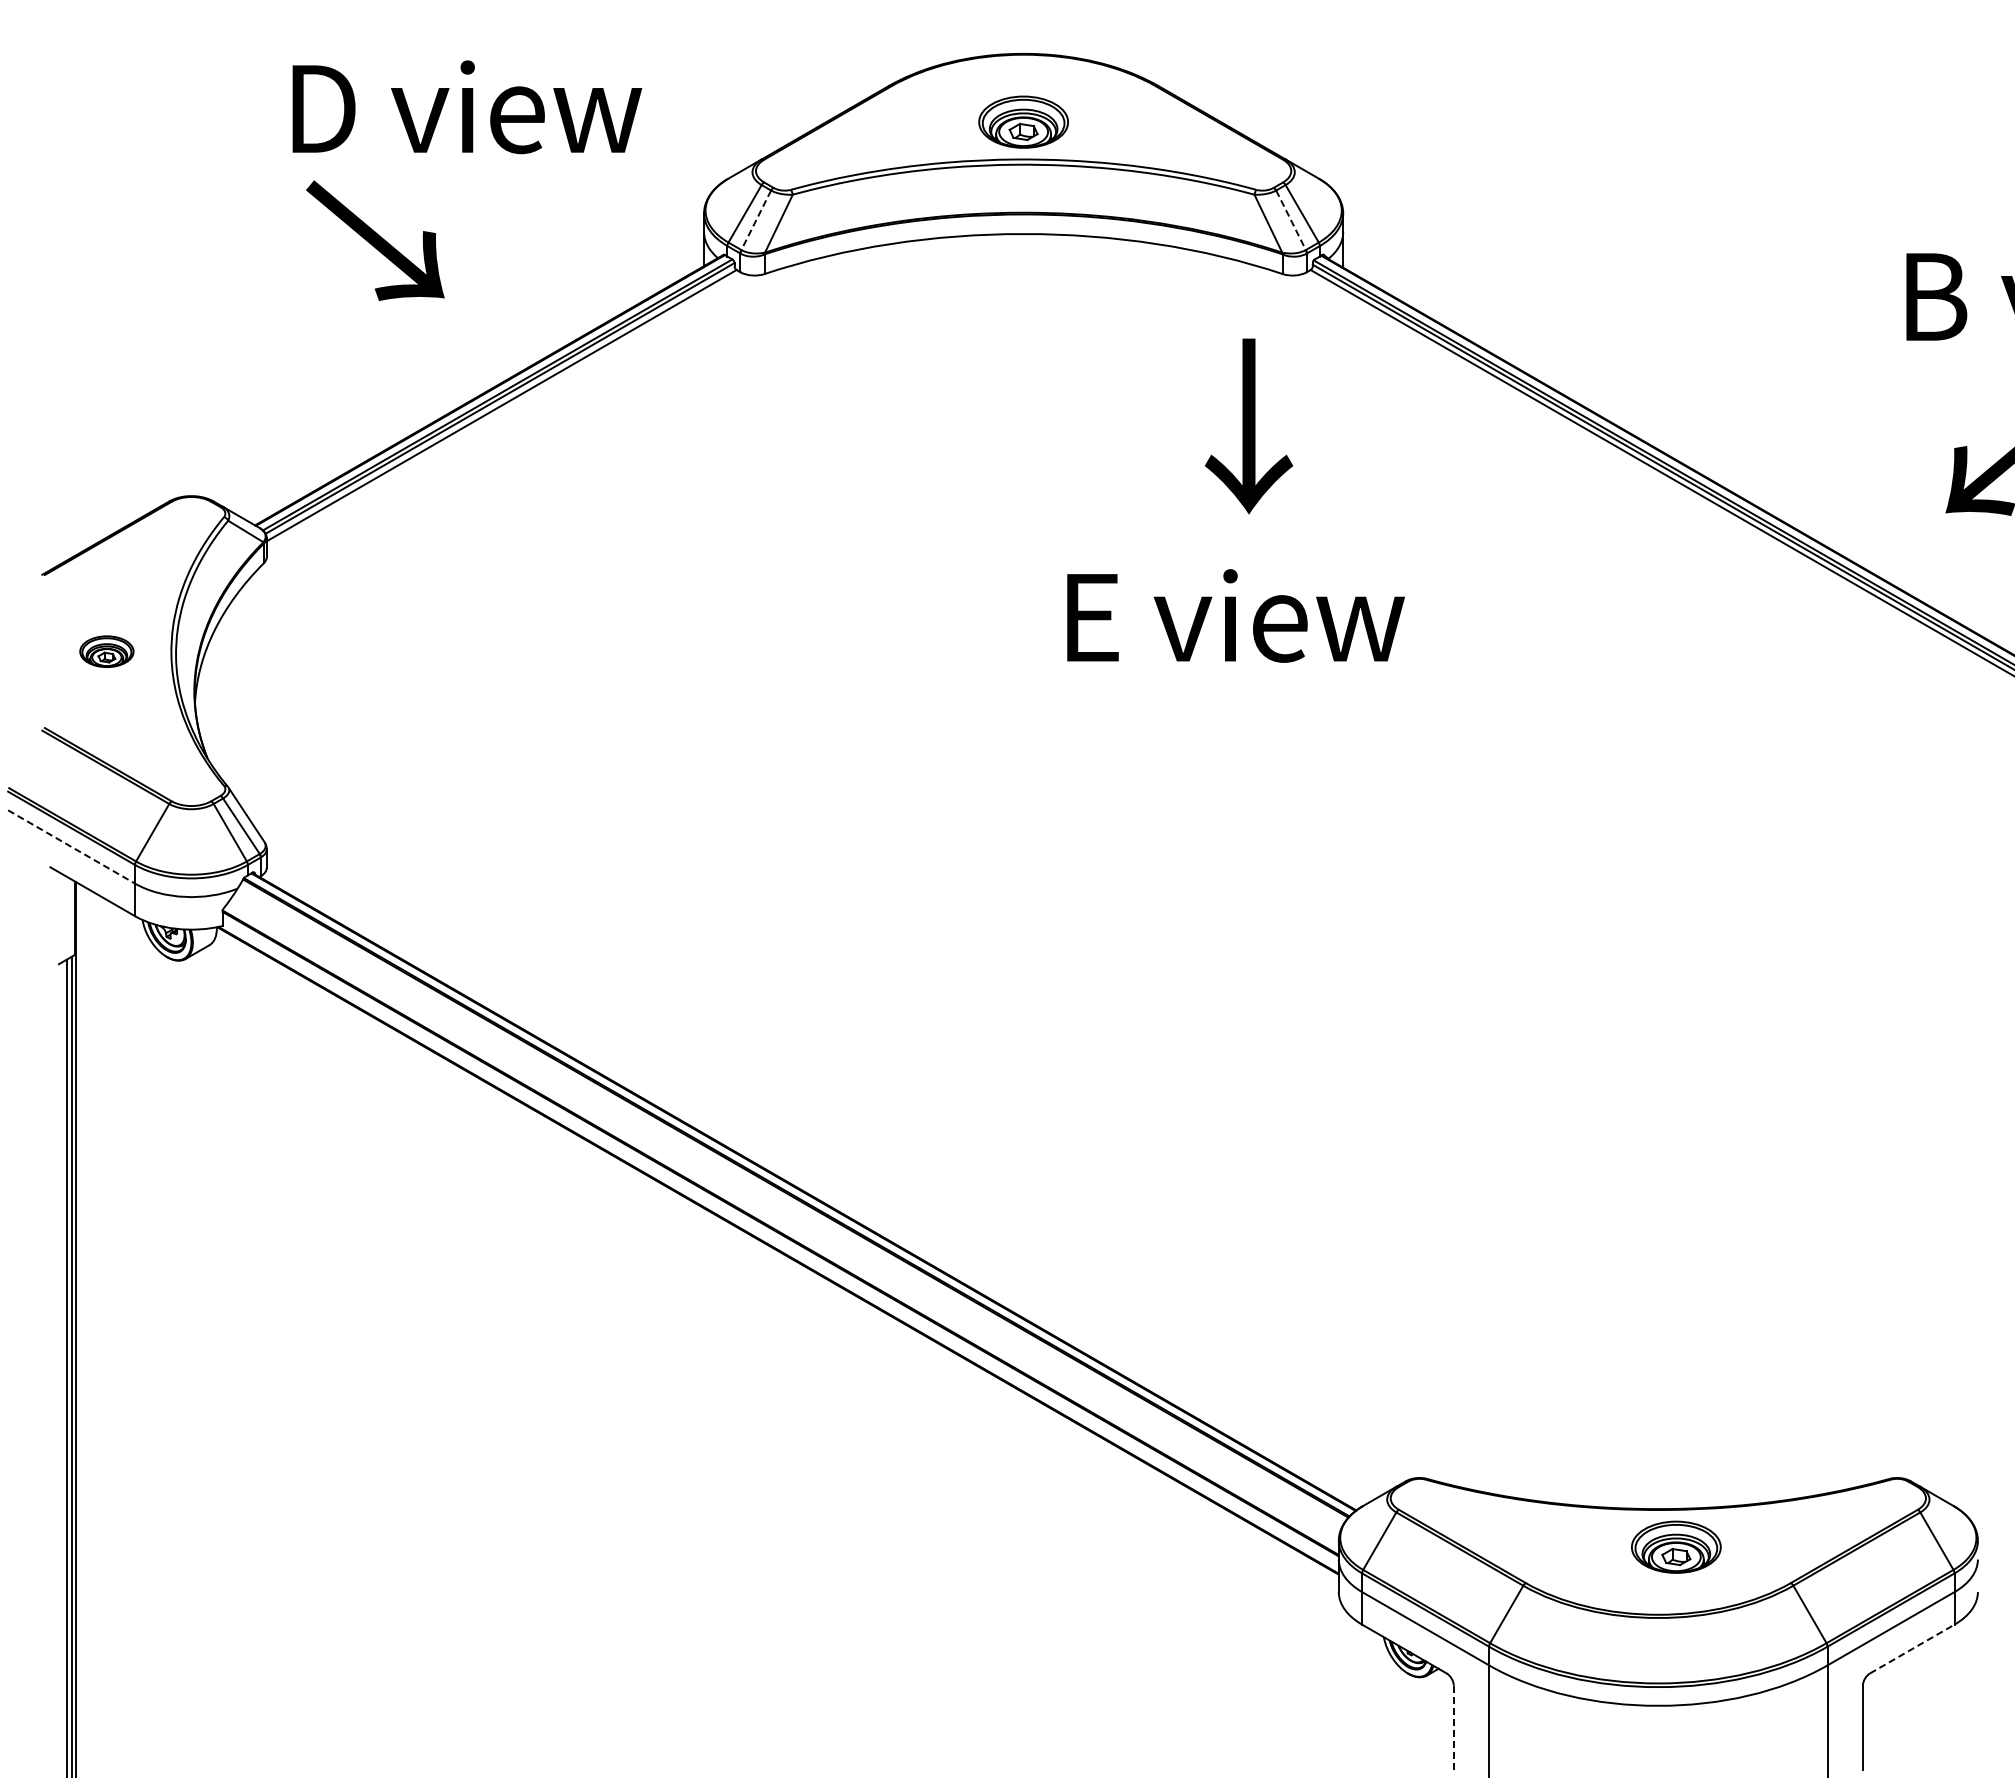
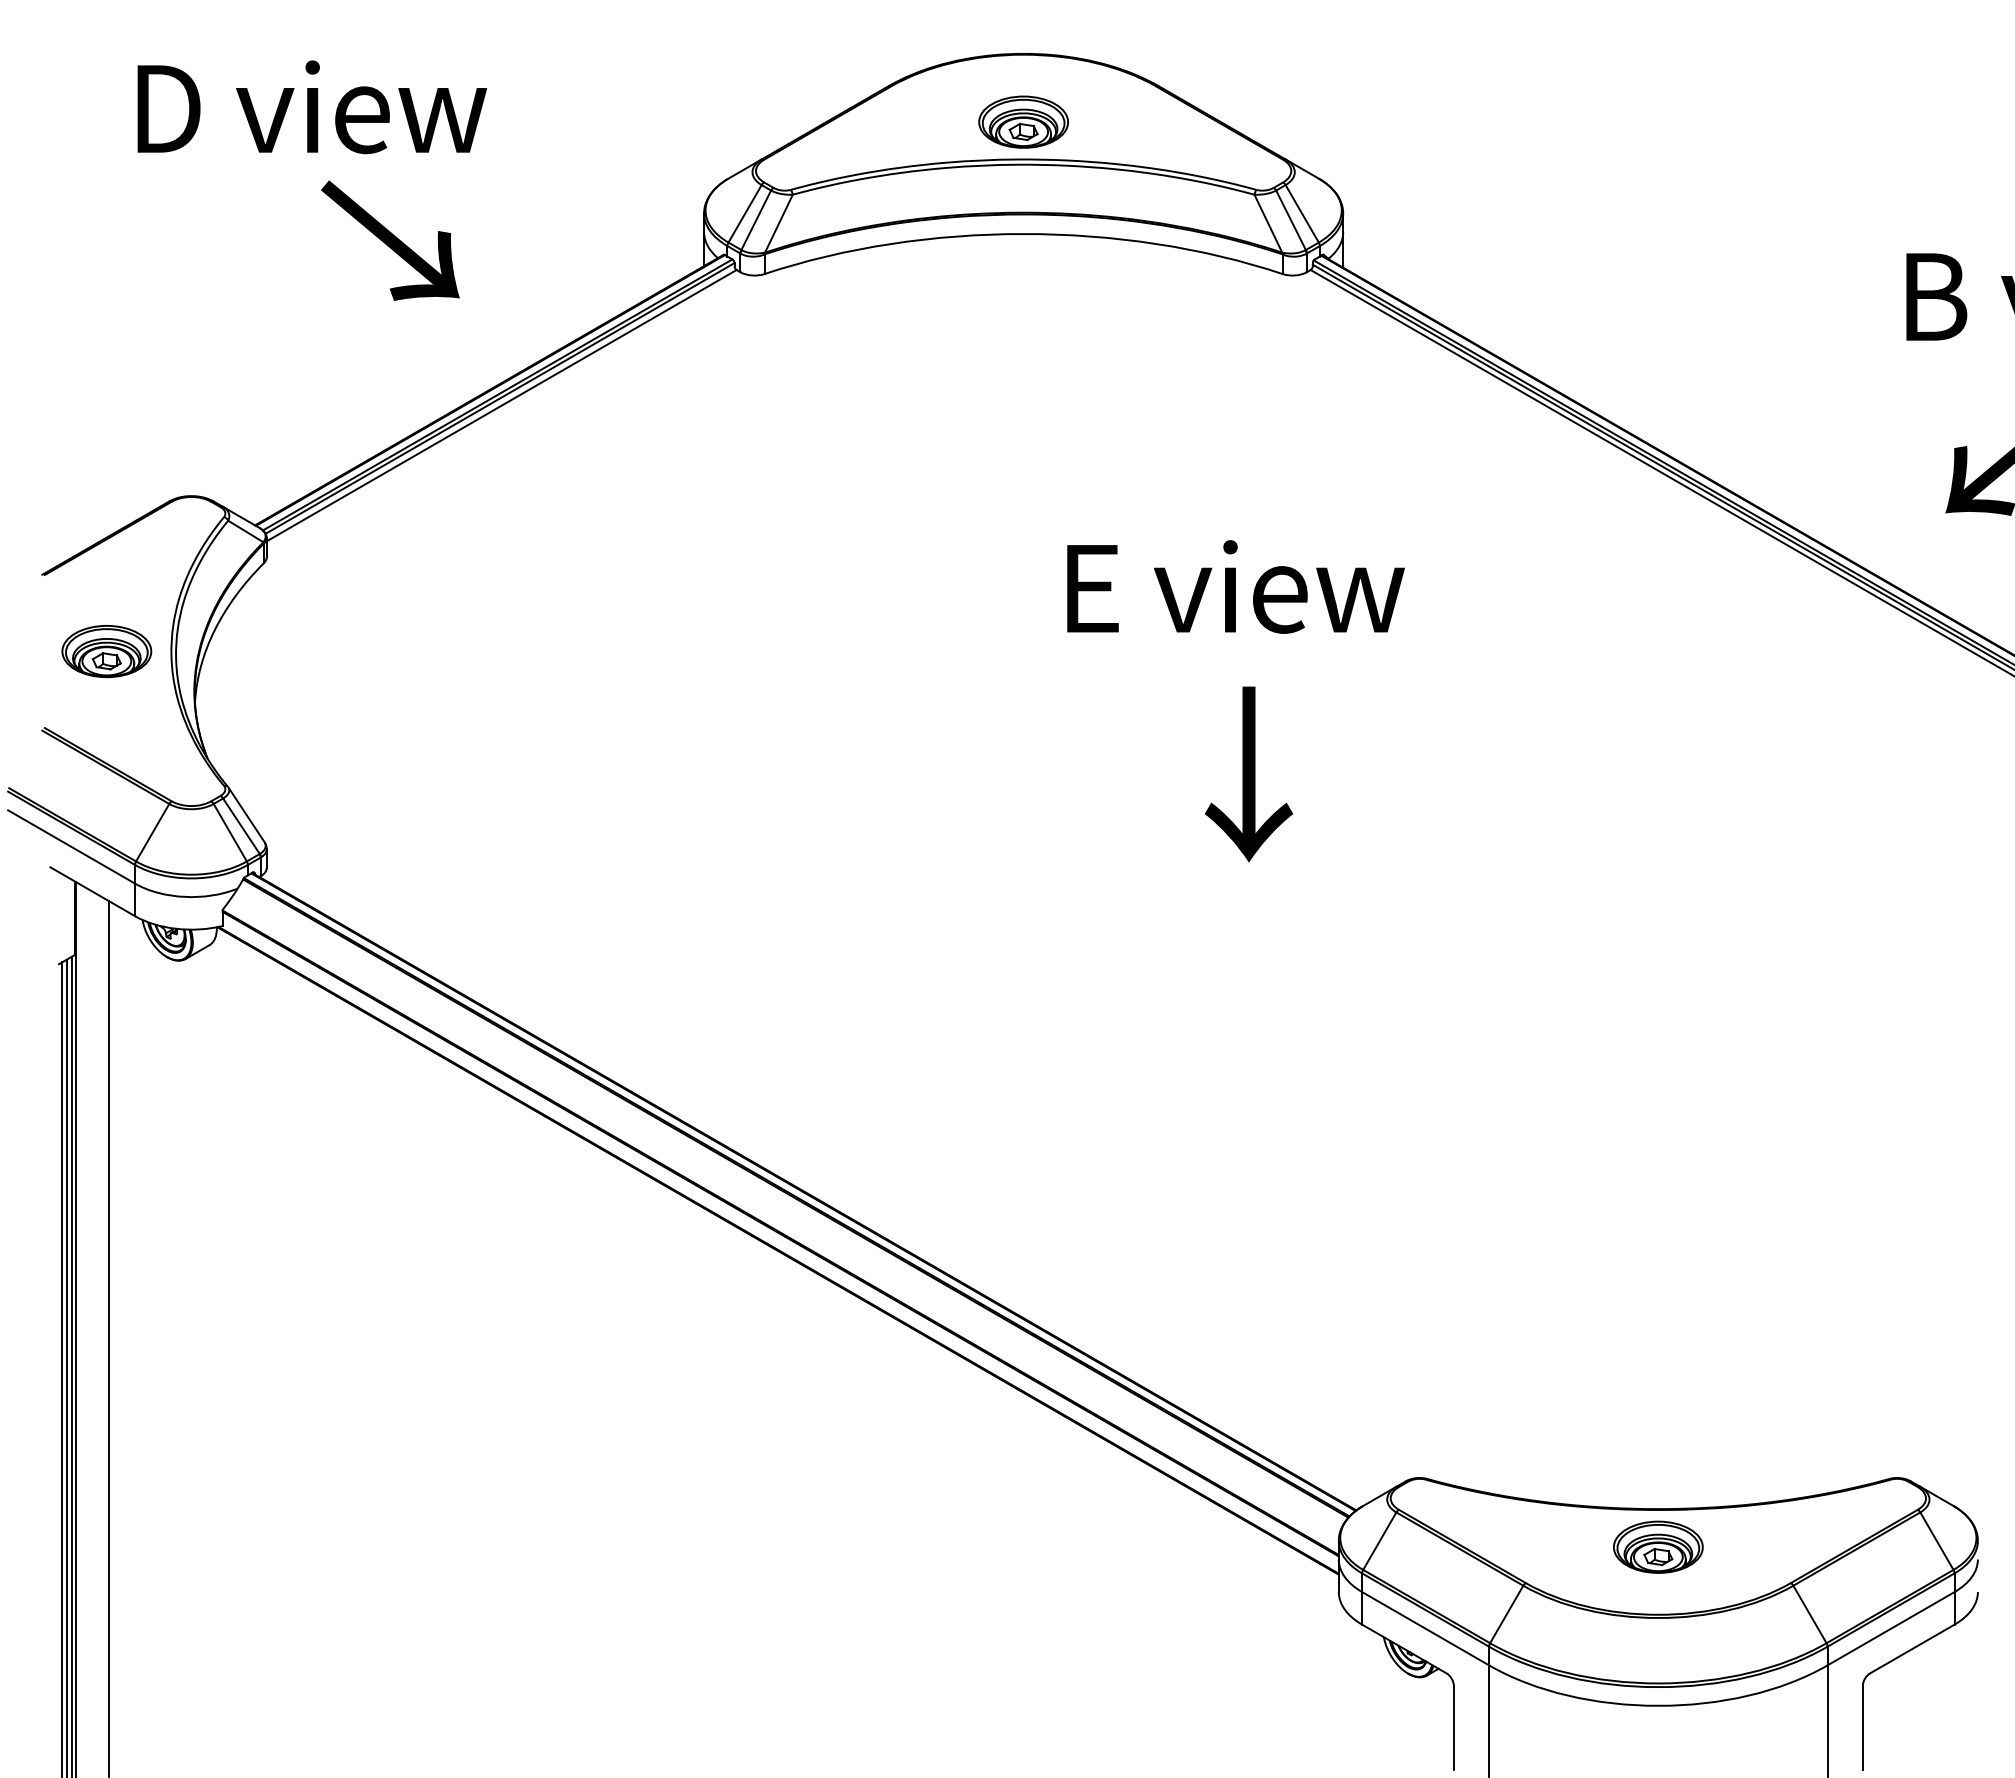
text at (467, 107) position: (467, 107) -> (312, 107)
line at (756, 220): dashed -> solid
line at (1291, 220): dashed -> solid
text at (375, 240) position: (375, 240) -> (390, 240)
text at (1248, 426) position: (1248, 426) -> (1248, 774)
text at (1235, 615) position: (1235, 615) -> (1235, 586)
part at (106, 651) size: 56x33 px -> 92x54 px
line at (72, 847): dashed -> solid
line at (108, 1337): none -> present
line at (62, 1368): none -> present
part at (1676, 1546) position: (1676, 1546) -> (1658, 1546)
line at (1912, 1649): dashed -> solid
line at (1453, 1727): dashed -> solid
